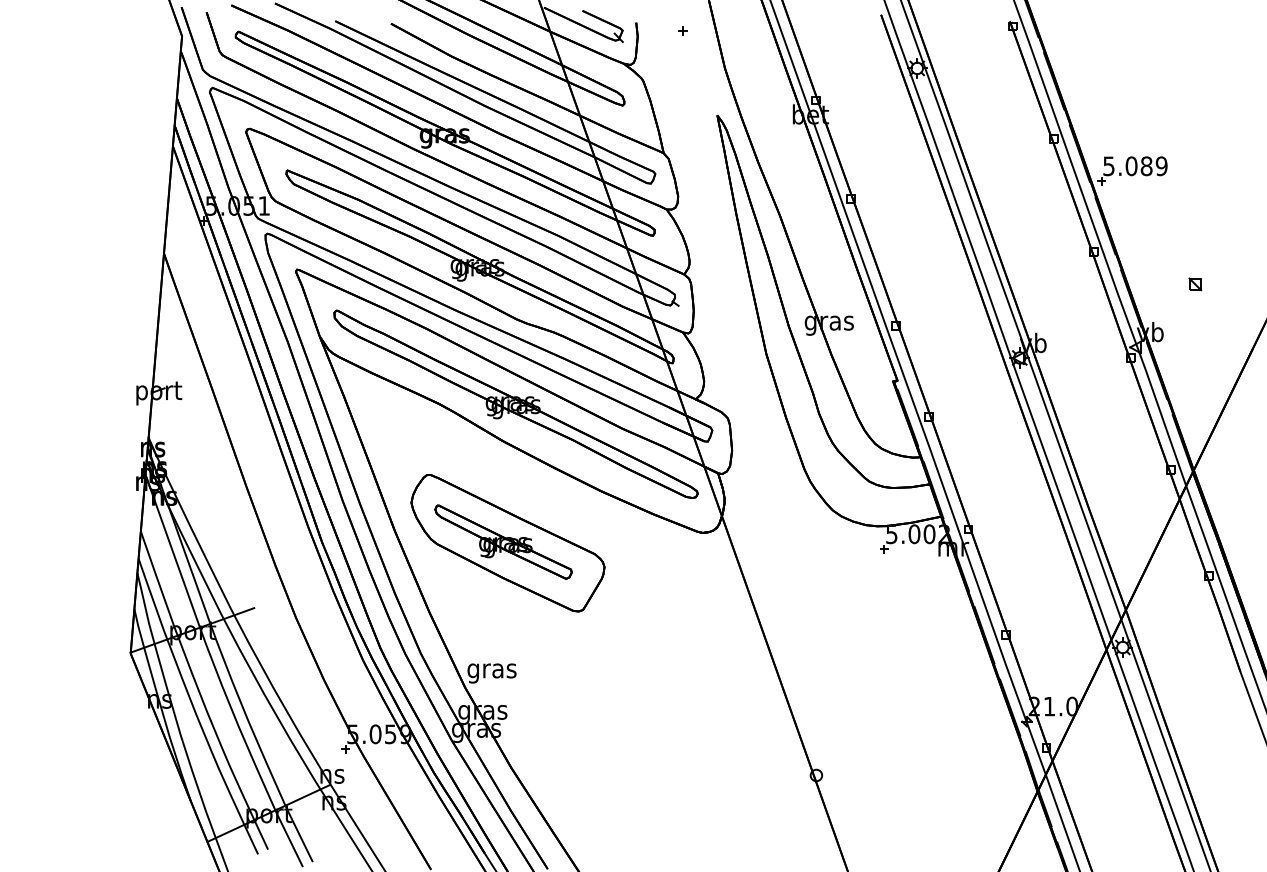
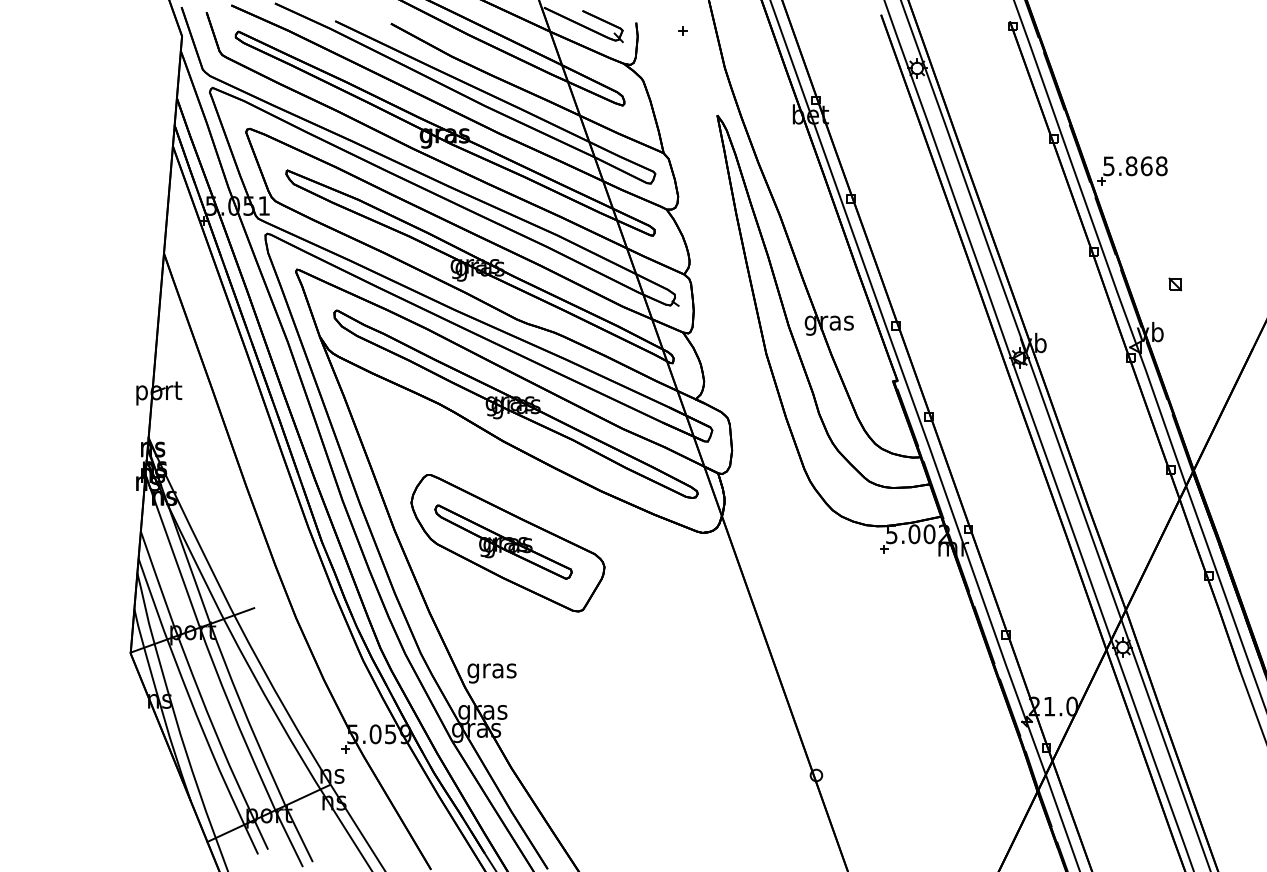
text at (1146, 166): 5.089 -> 5.868
part at (1195, 284) position: (1195, 284) -> (1175, 284)
